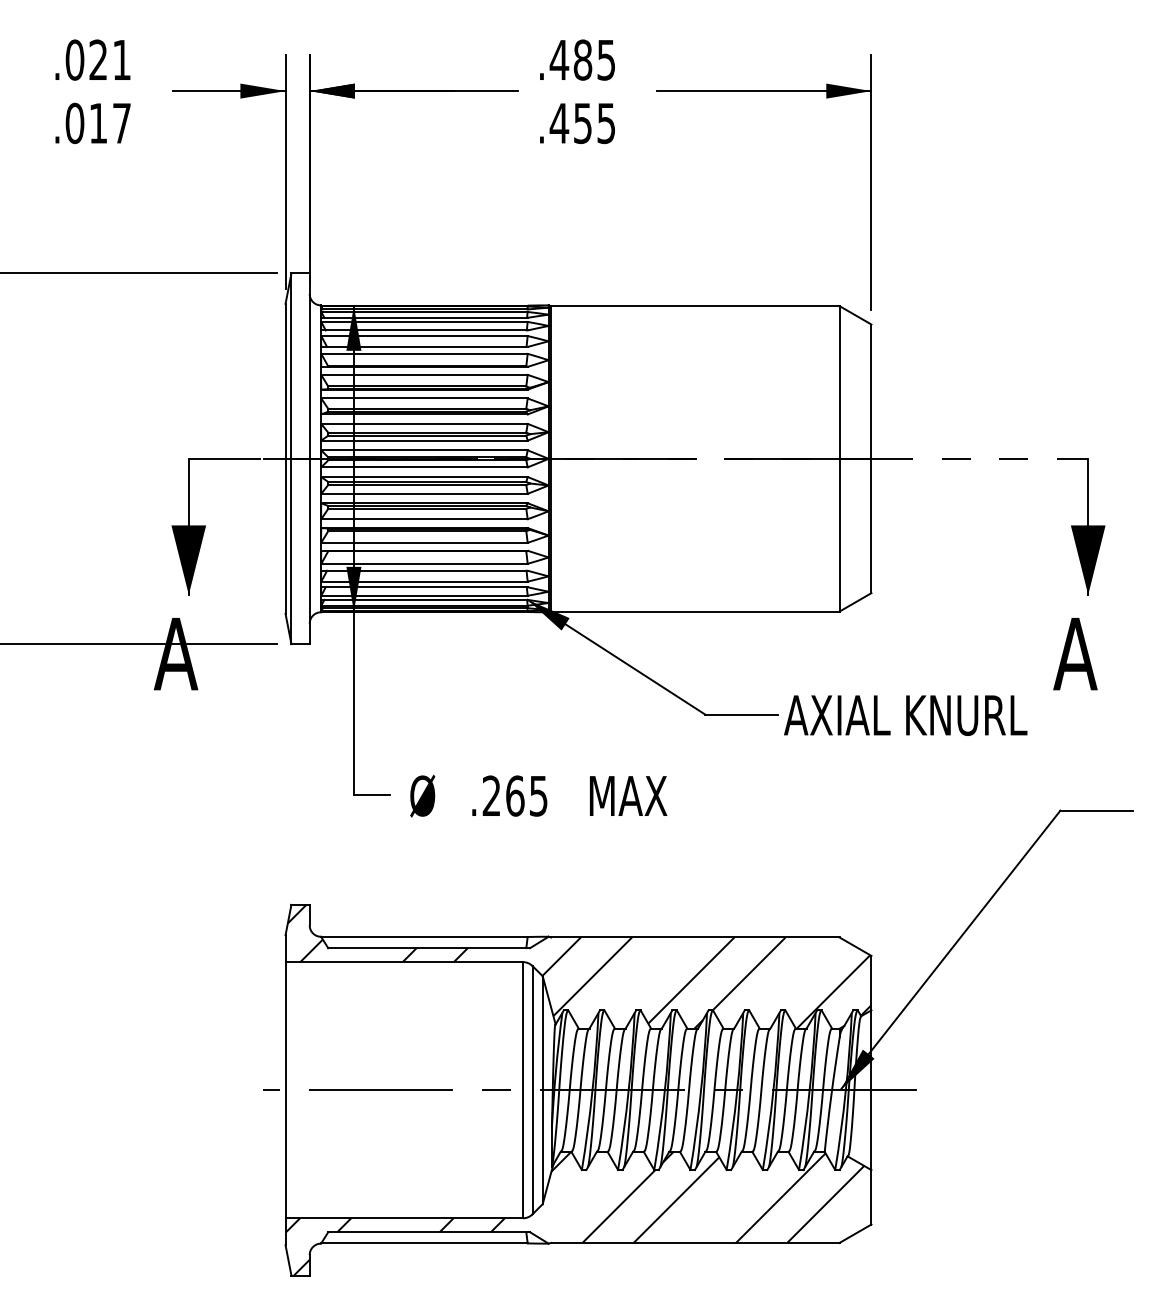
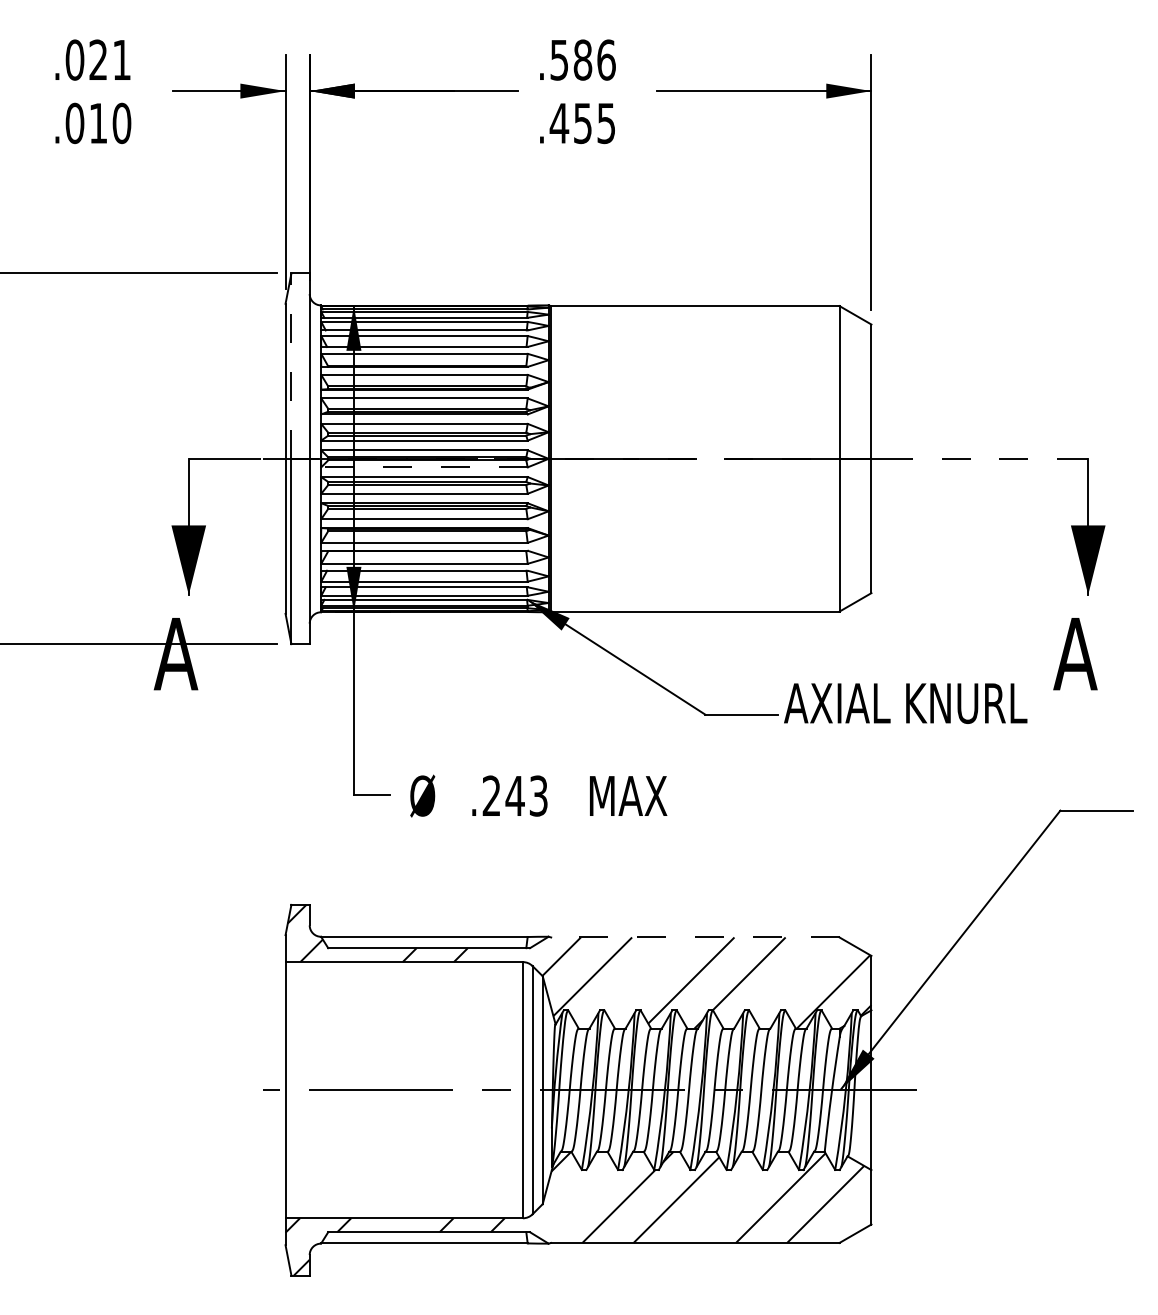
text at (582, 59): .485 -> .586
text at (121, 123): .017 -> .010
line at (291, 366): solid -> dashed
line at (423, 467): solid -> dashed
text at (905, 715) position: (905, 715) -> (905, 703)
text at (526, 795): .265 -> .243
line at (694, 937): solid -> dashed
